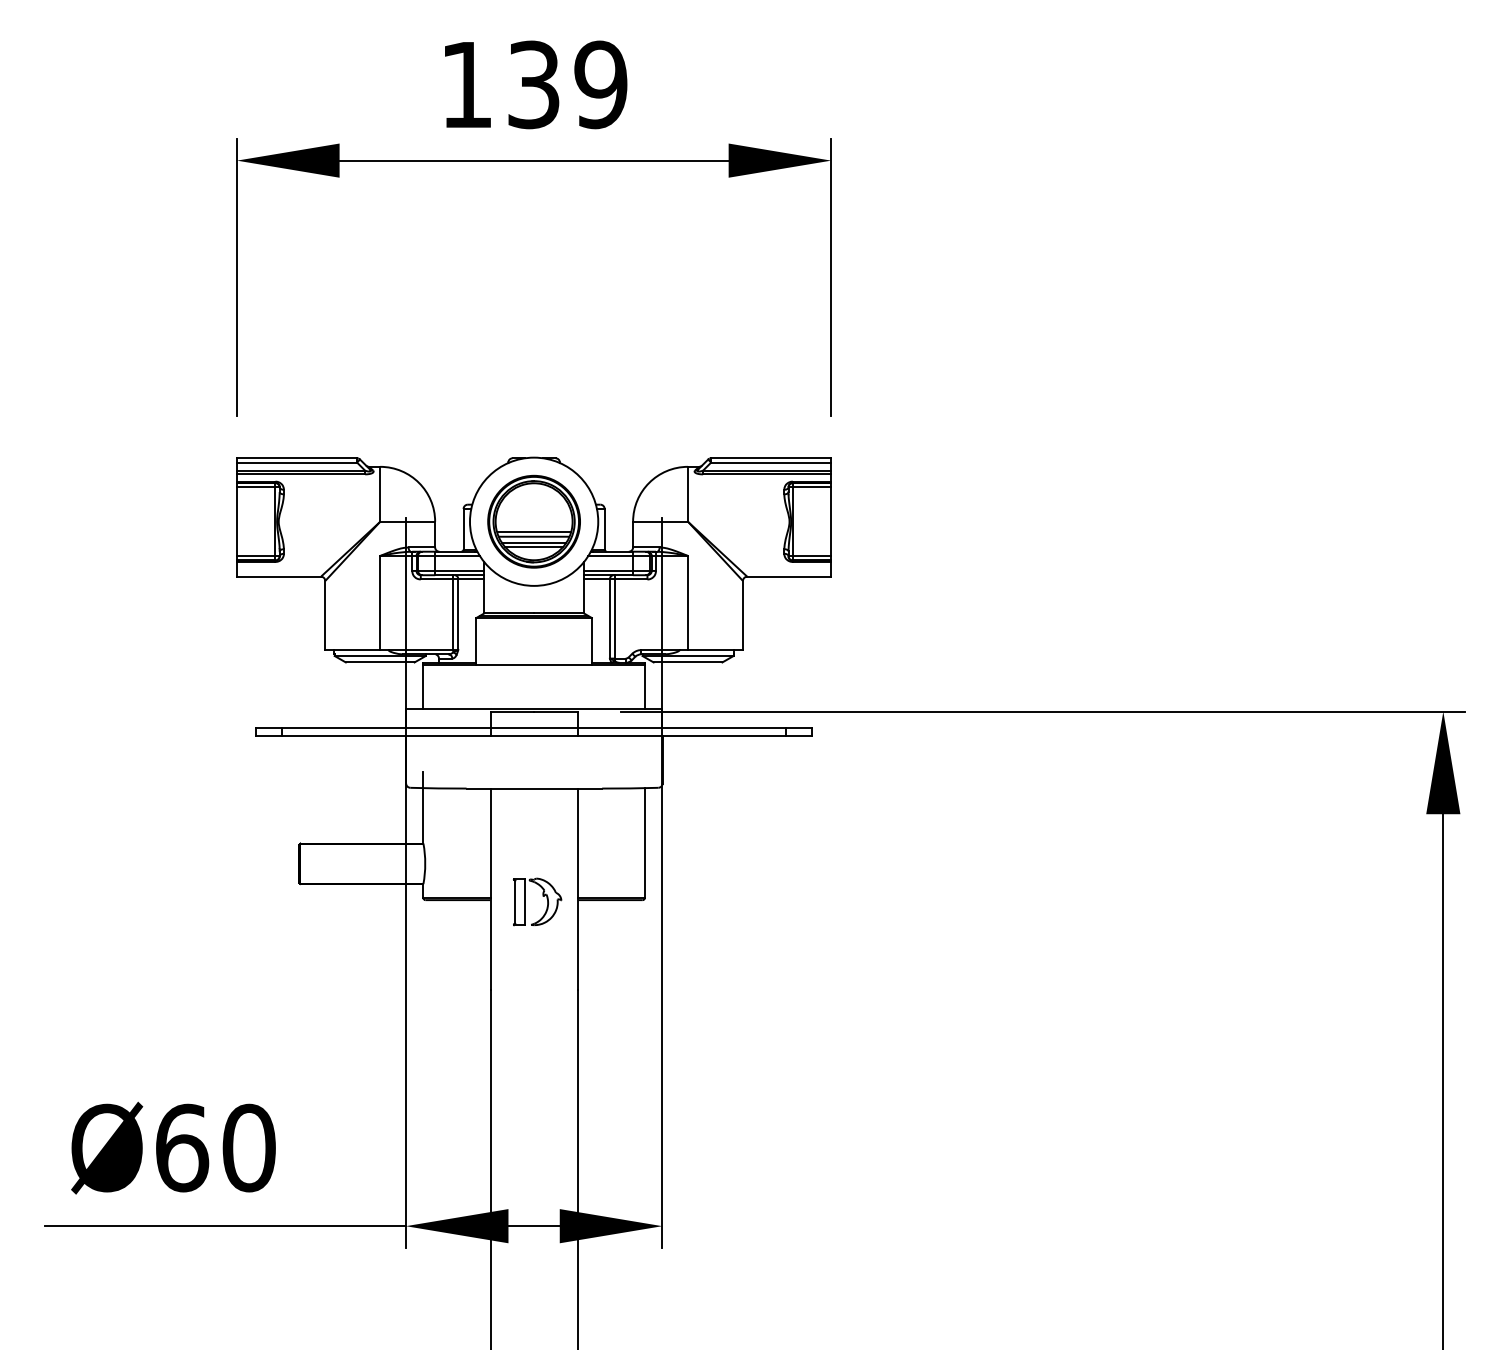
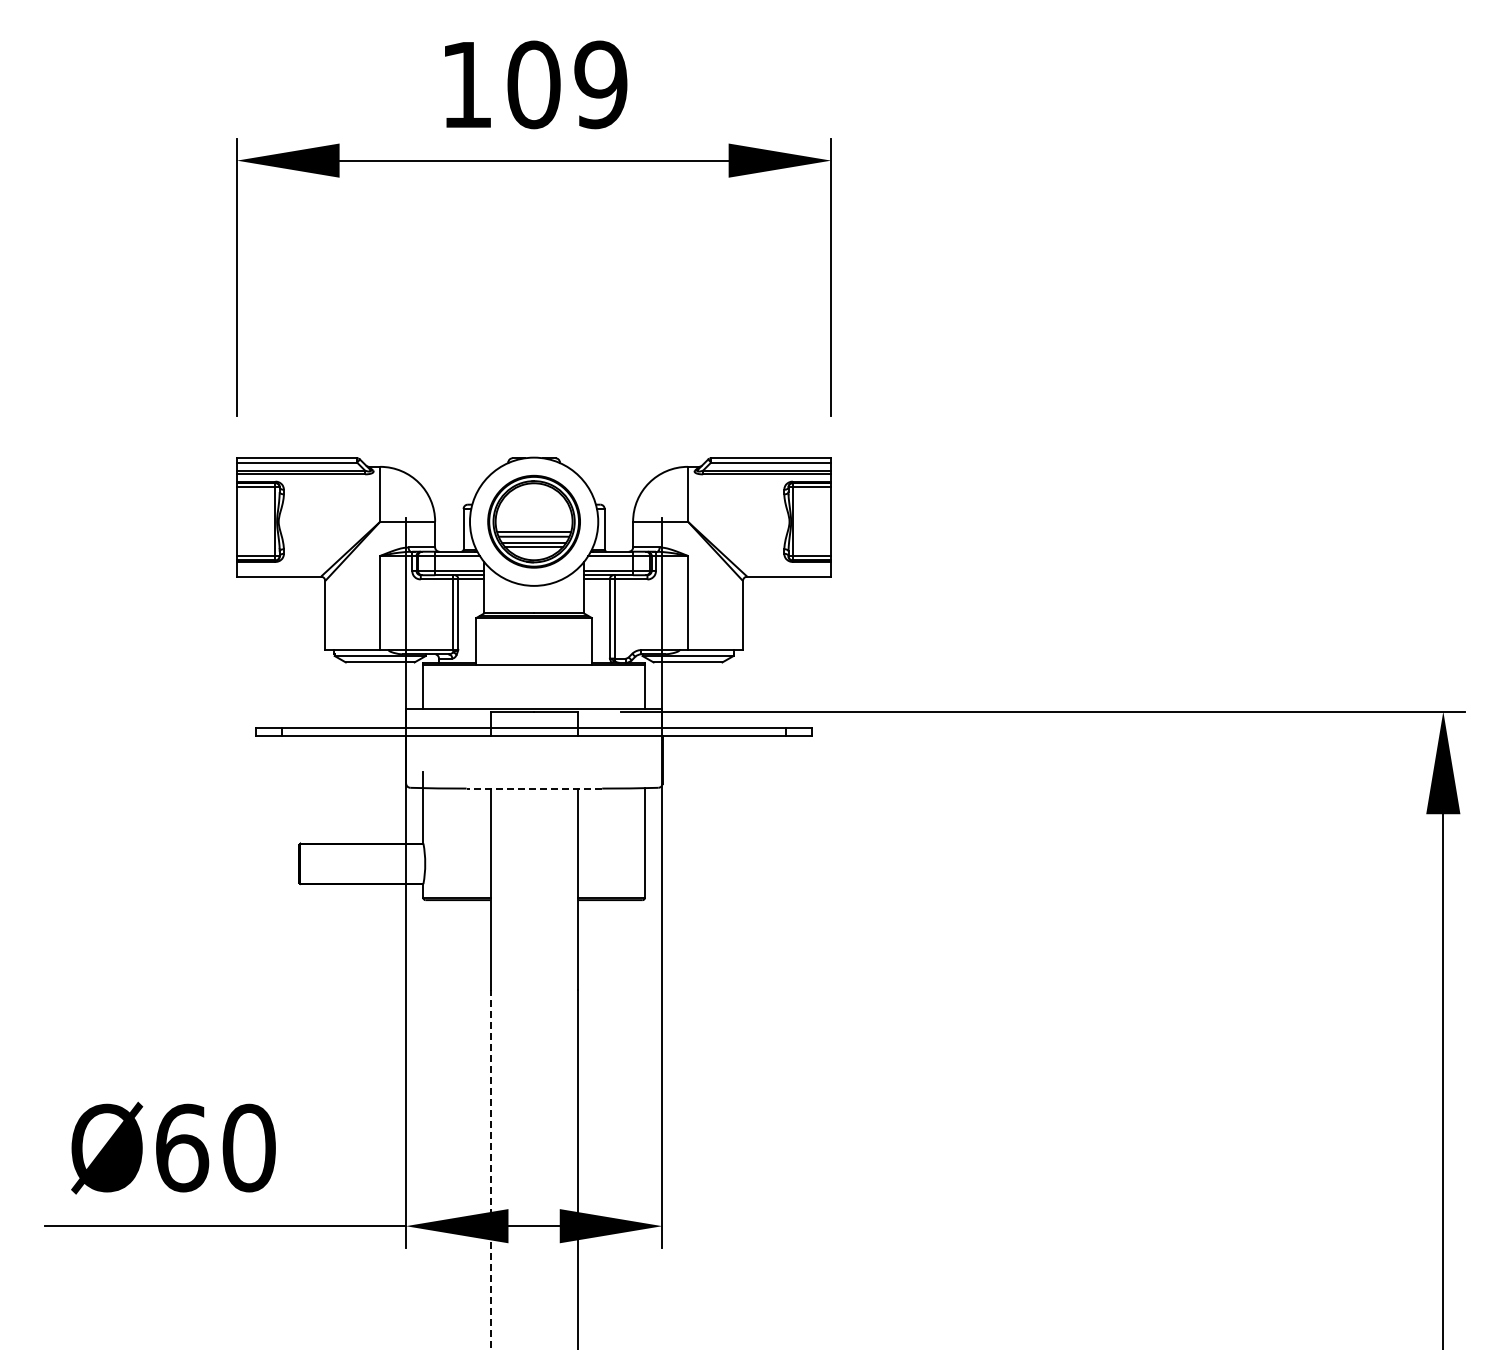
text at (533, 84): 139 -> 109
line at (534, 788): solid -> dashed
part at (542, 896): present -> none
line at (490, 1169): solid -> dashed
